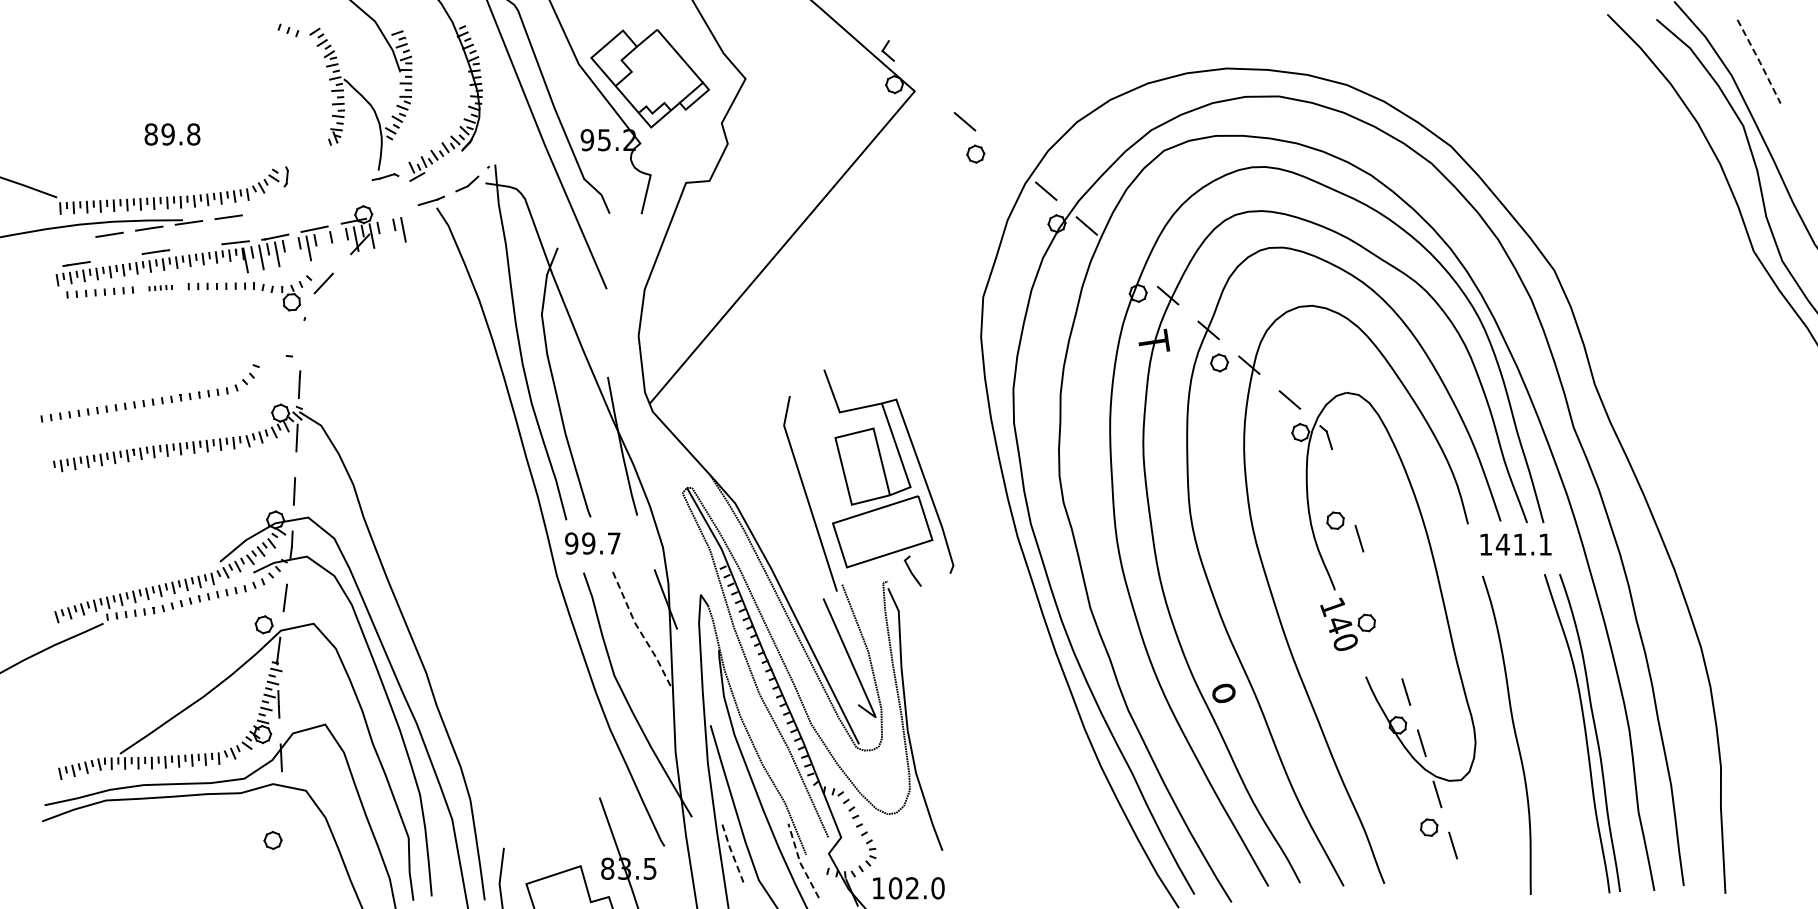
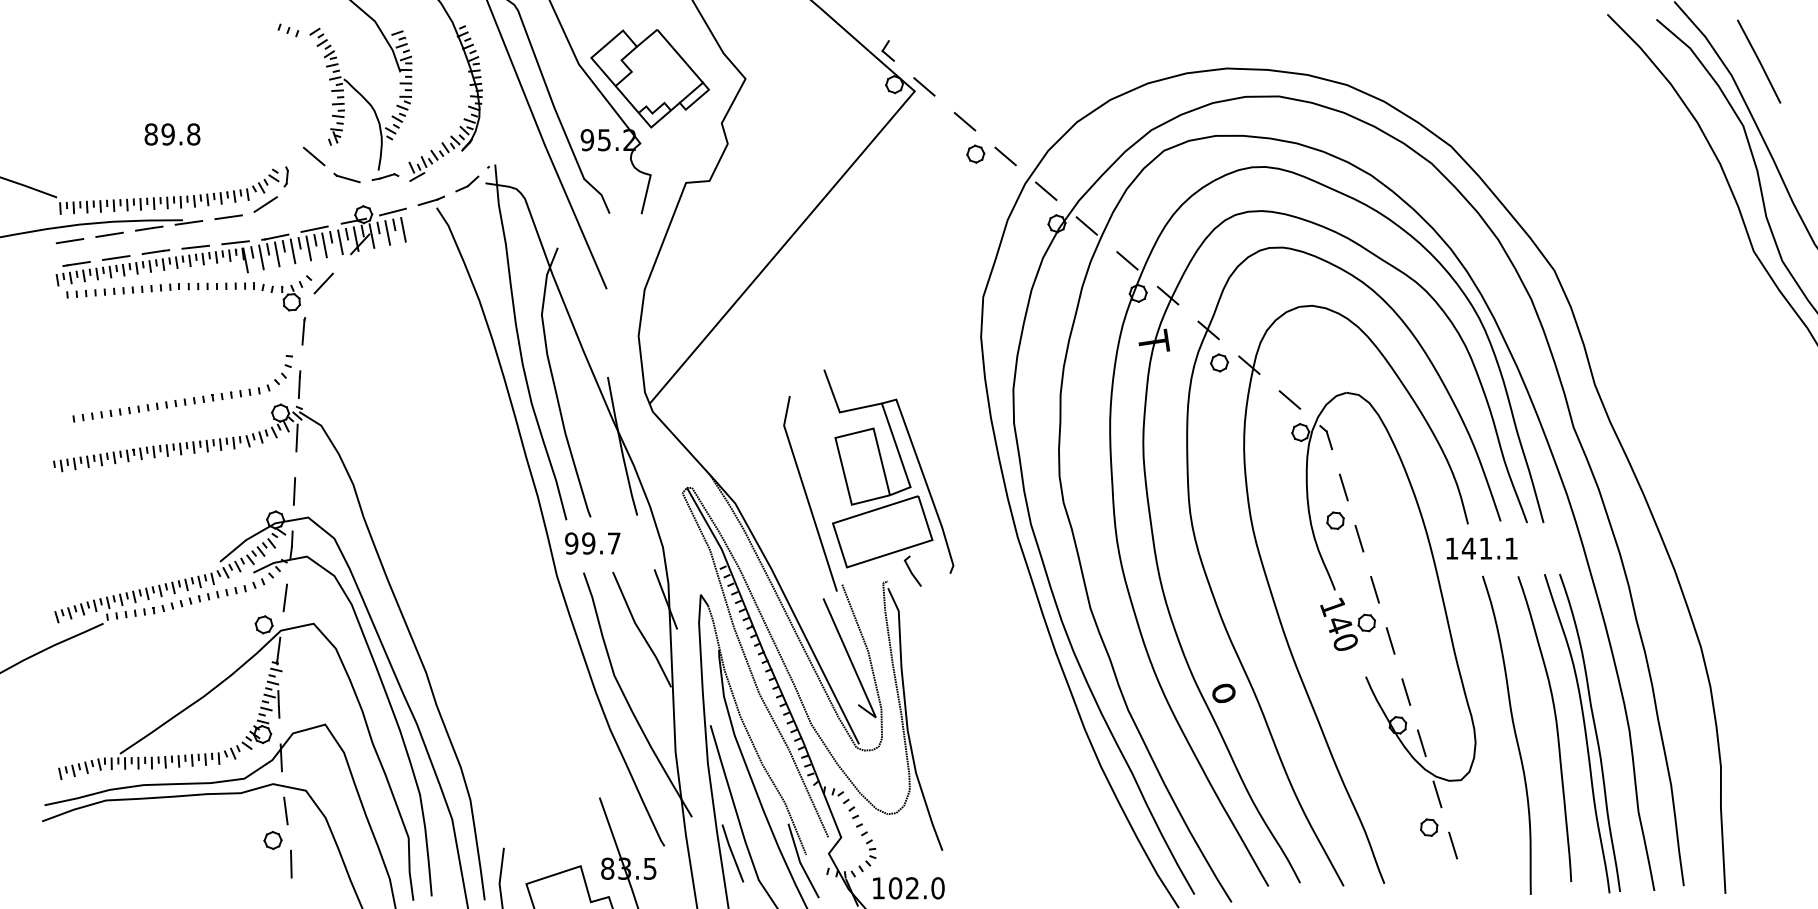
line at (1759, 61): dashed -> solid
line at (924, 86): none -> present
line at (313, 156): none -> present
line at (1005, 156): none -> present
part at (346, 177): none -> present
line at (265, 204): none -> present
line at (392, 211): none -> present
line at (387, 232): none -> present
line at (69, 241): none -> present
line at (340, 242): none -> present
line at (324, 245): none -> present
line at (195, 246): none -> present
line at (292, 251): none -> present
line at (116, 257): none -> present
line at (1127, 260): none -> present
part at (160, 288) size: 25x7 px -> 39x10 px
line at (303, 332): none -> present
part at (149, 393) position: (149, 393) -> (181, 393)
line at (1343, 487): none -> present
text at (1515, 544) position: (1515, 544) -> (1481, 548)
line at (1374, 589): none -> present
line at (640, 631): dashed -> solid
line at (1390, 640): none -> present
curve at (1555, 724): none -> present
line at (285, 810): none -> present
line at (732, 853): dashed -> solid
line at (800, 862): dashed -> solid
line at (291, 863): none -> present
